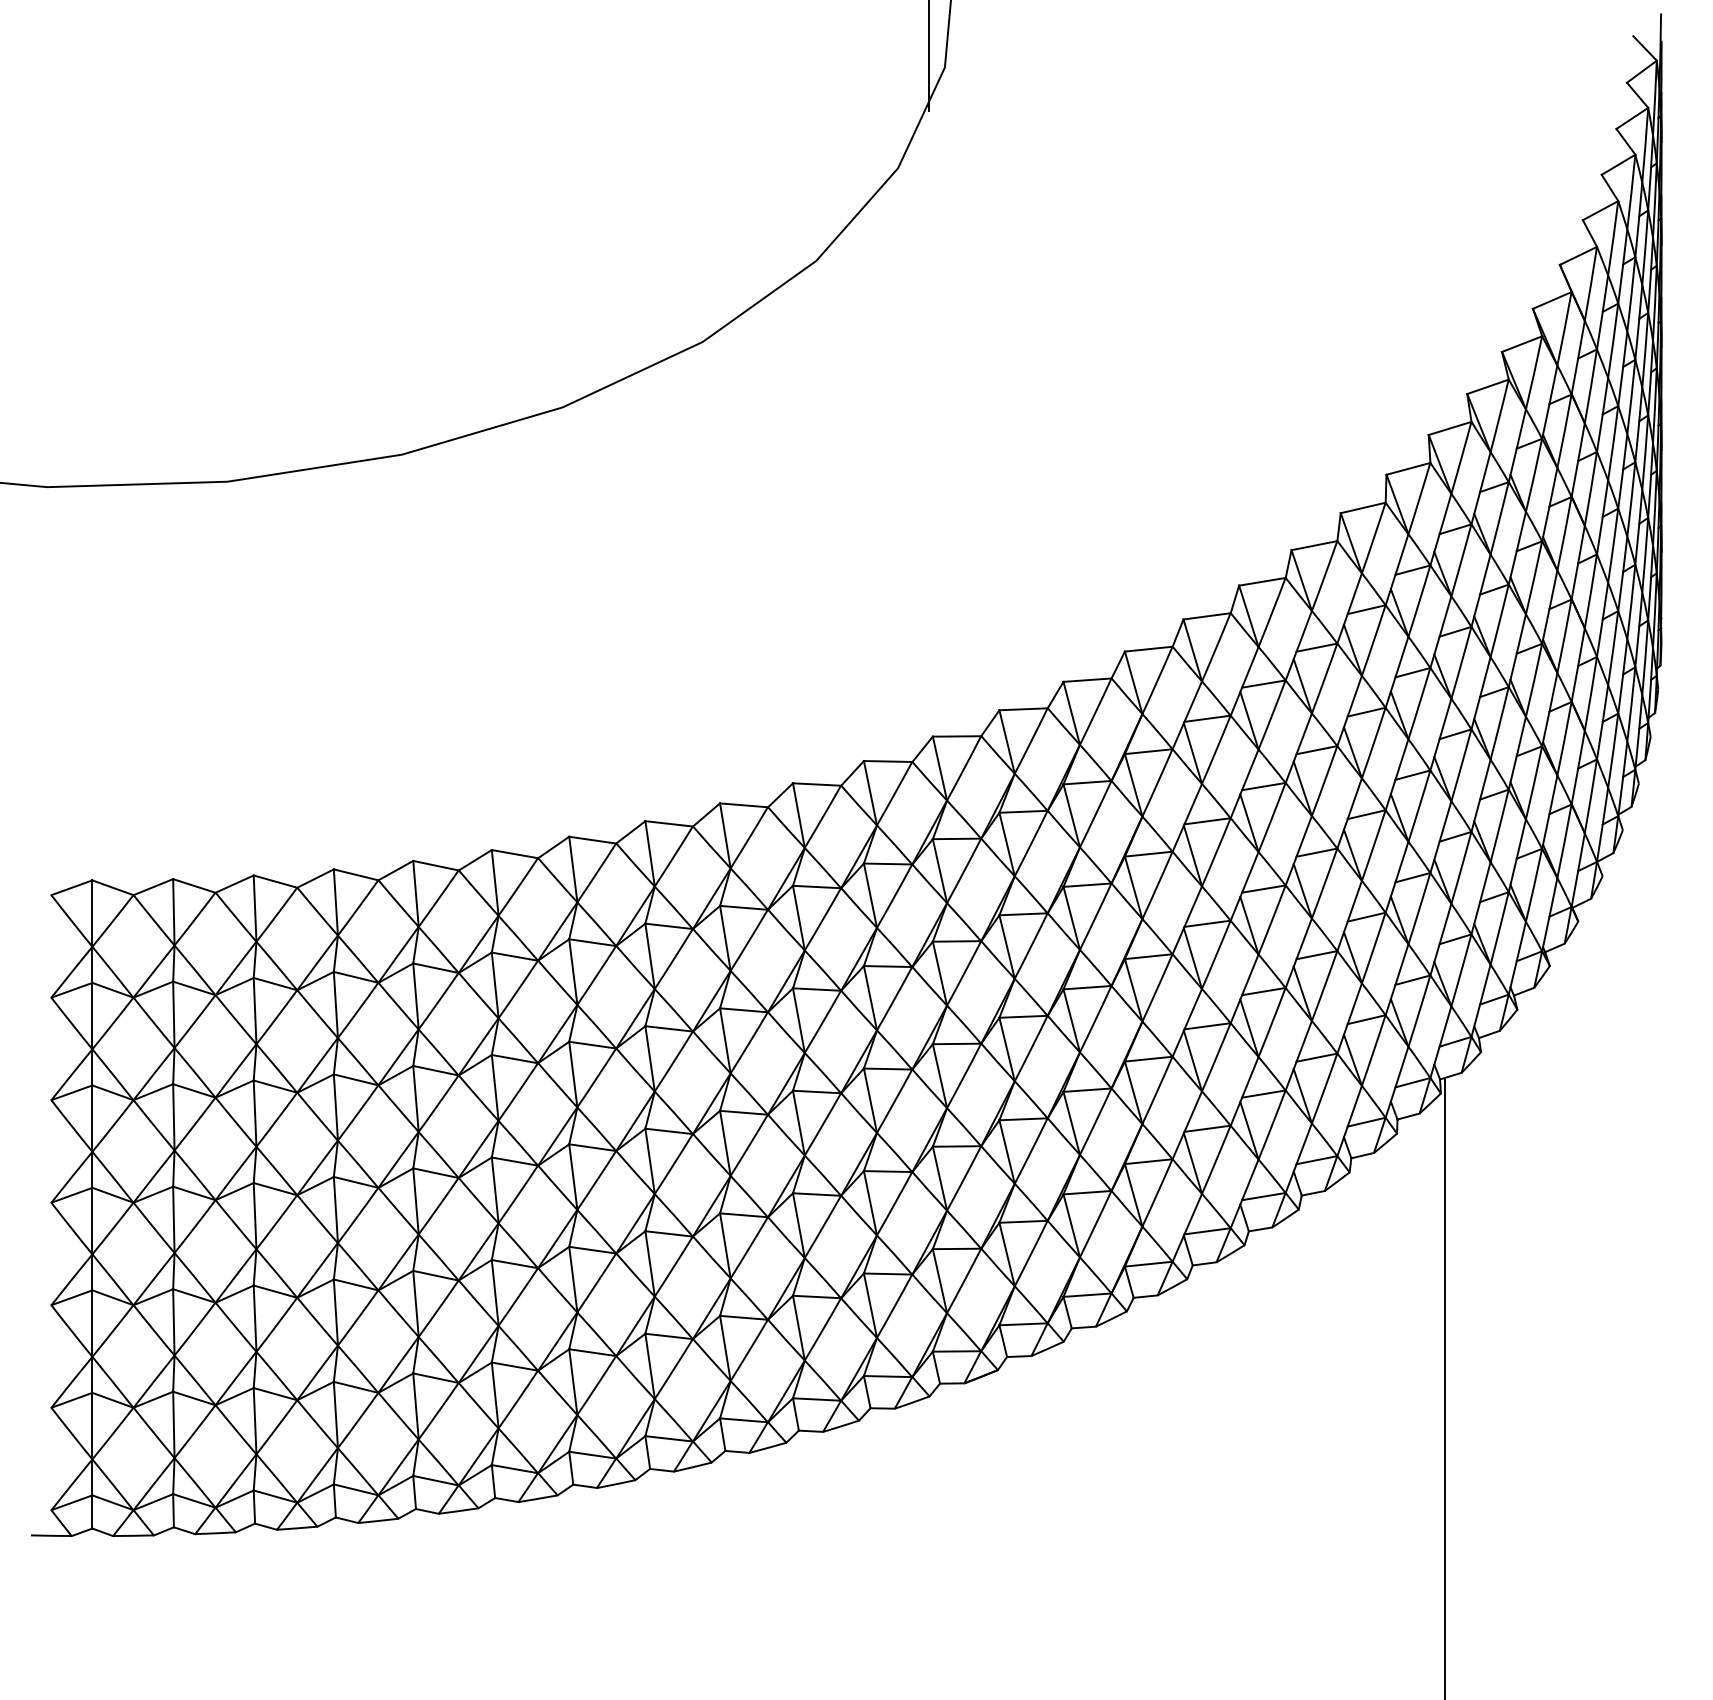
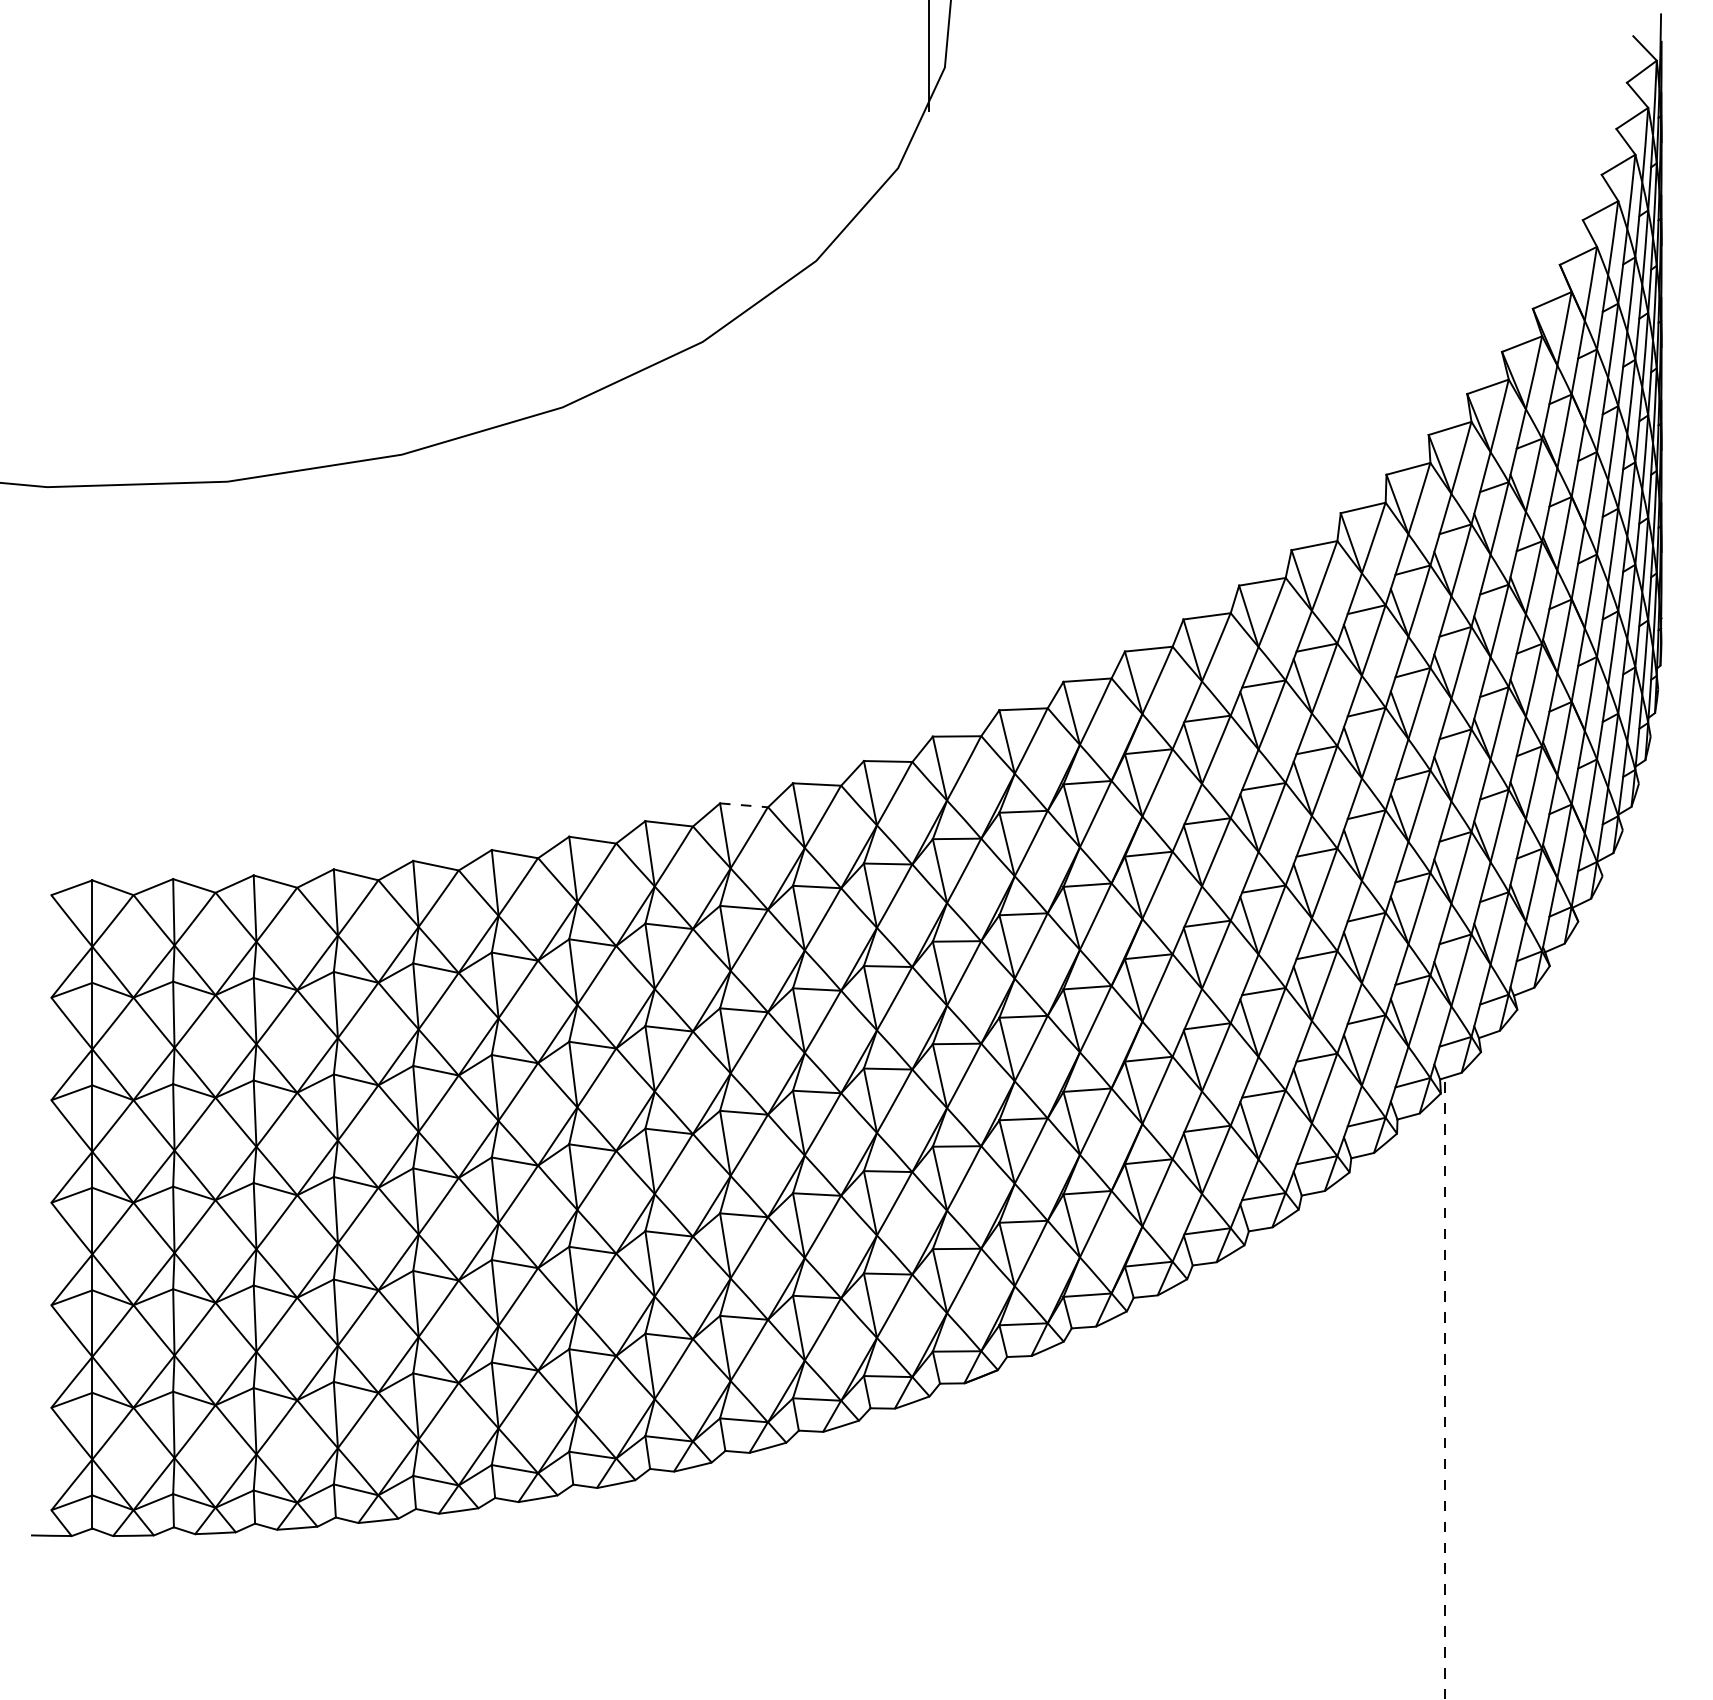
line at (743, 805): solid -> dashed
line at (1444, 1388): solid -> dashed
